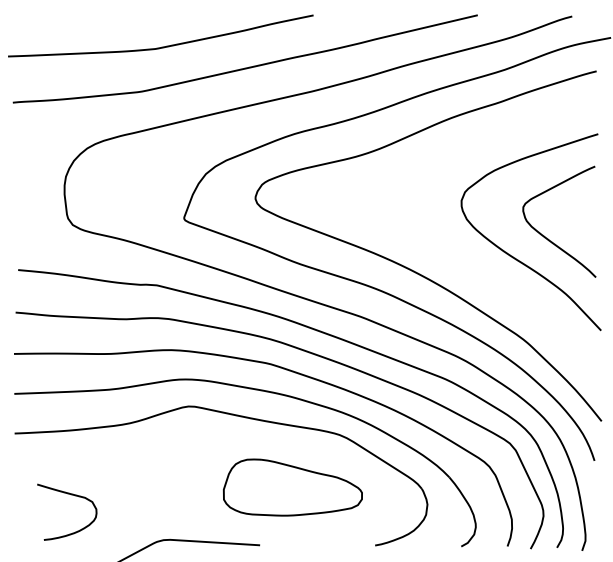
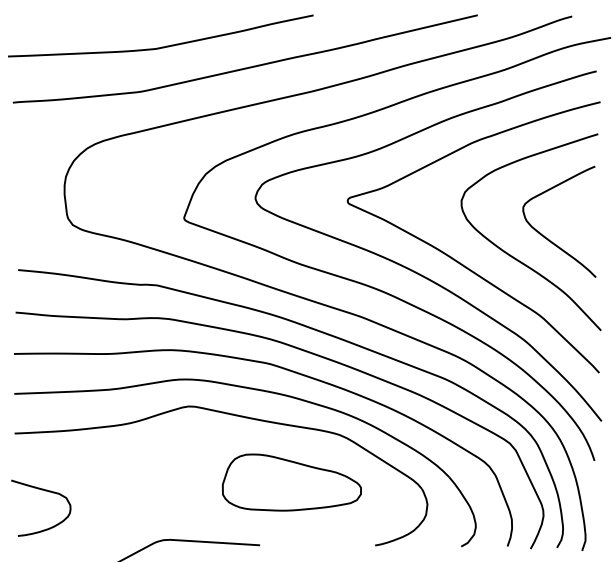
curve at (457, 260): none -> present
part at (292, 487) position: (292, 487) -> (291, 482)
curve at (71, 495) position: (71, 495) -> (45, 491)
